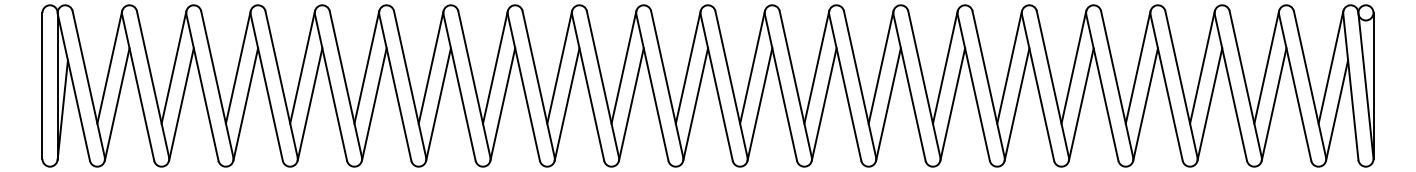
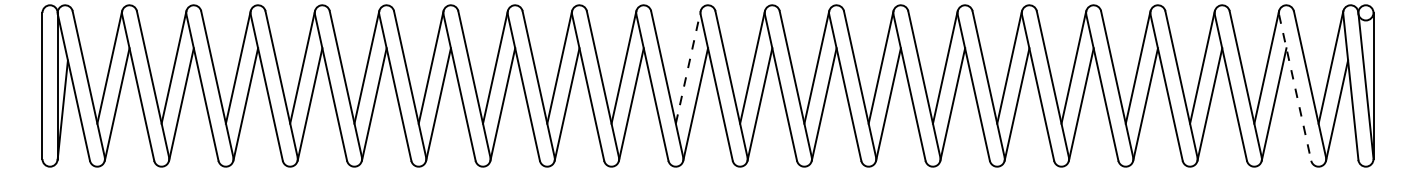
line at (688, 67): solid -> dashed
line at (1295, 87): solid -> dashed
